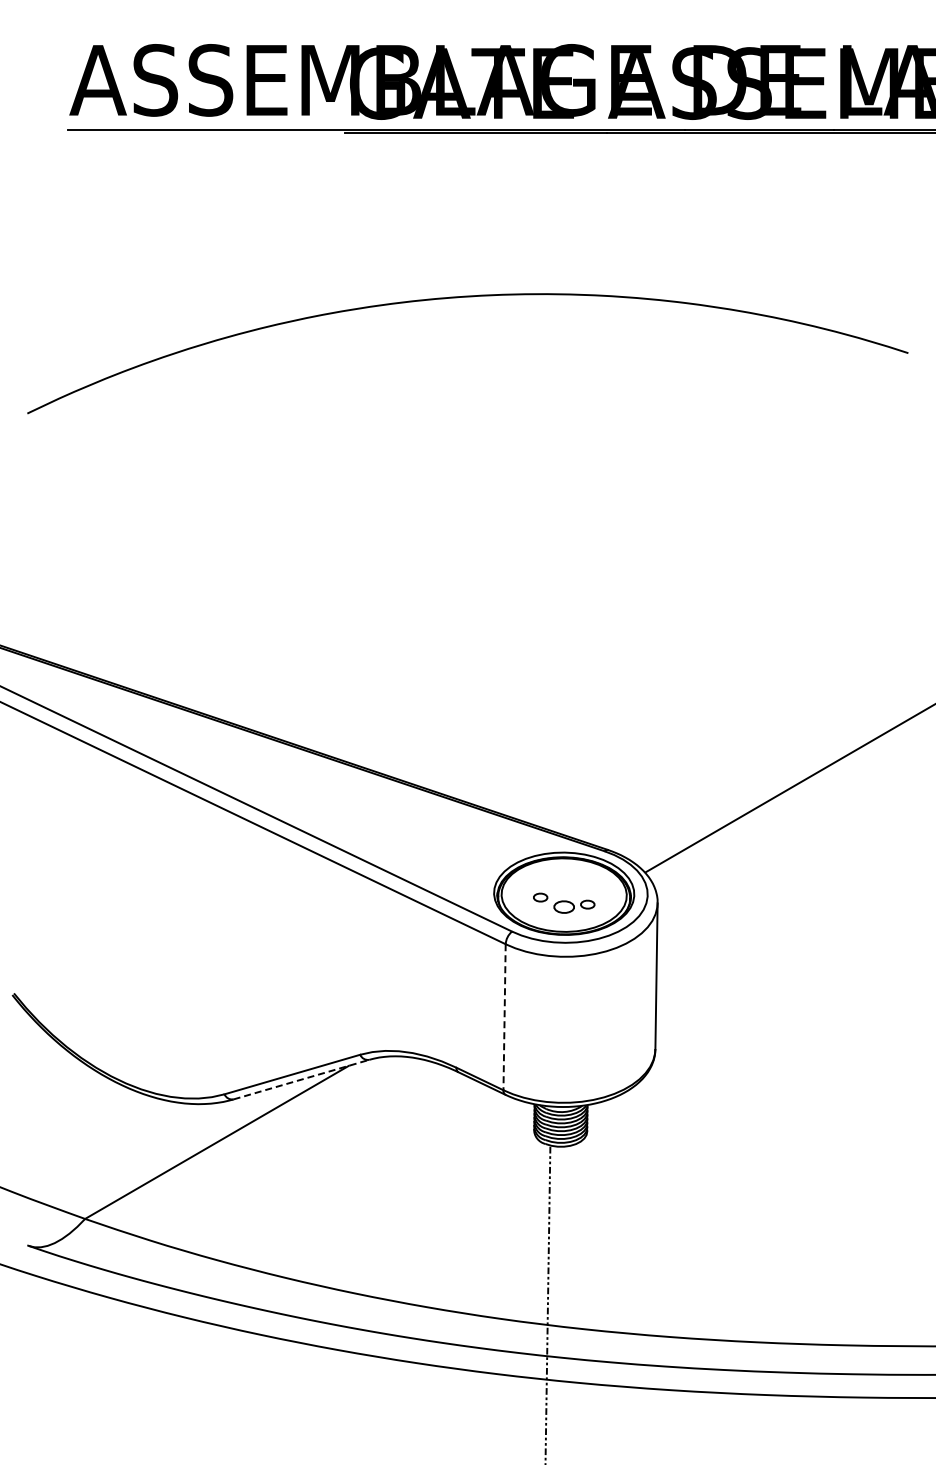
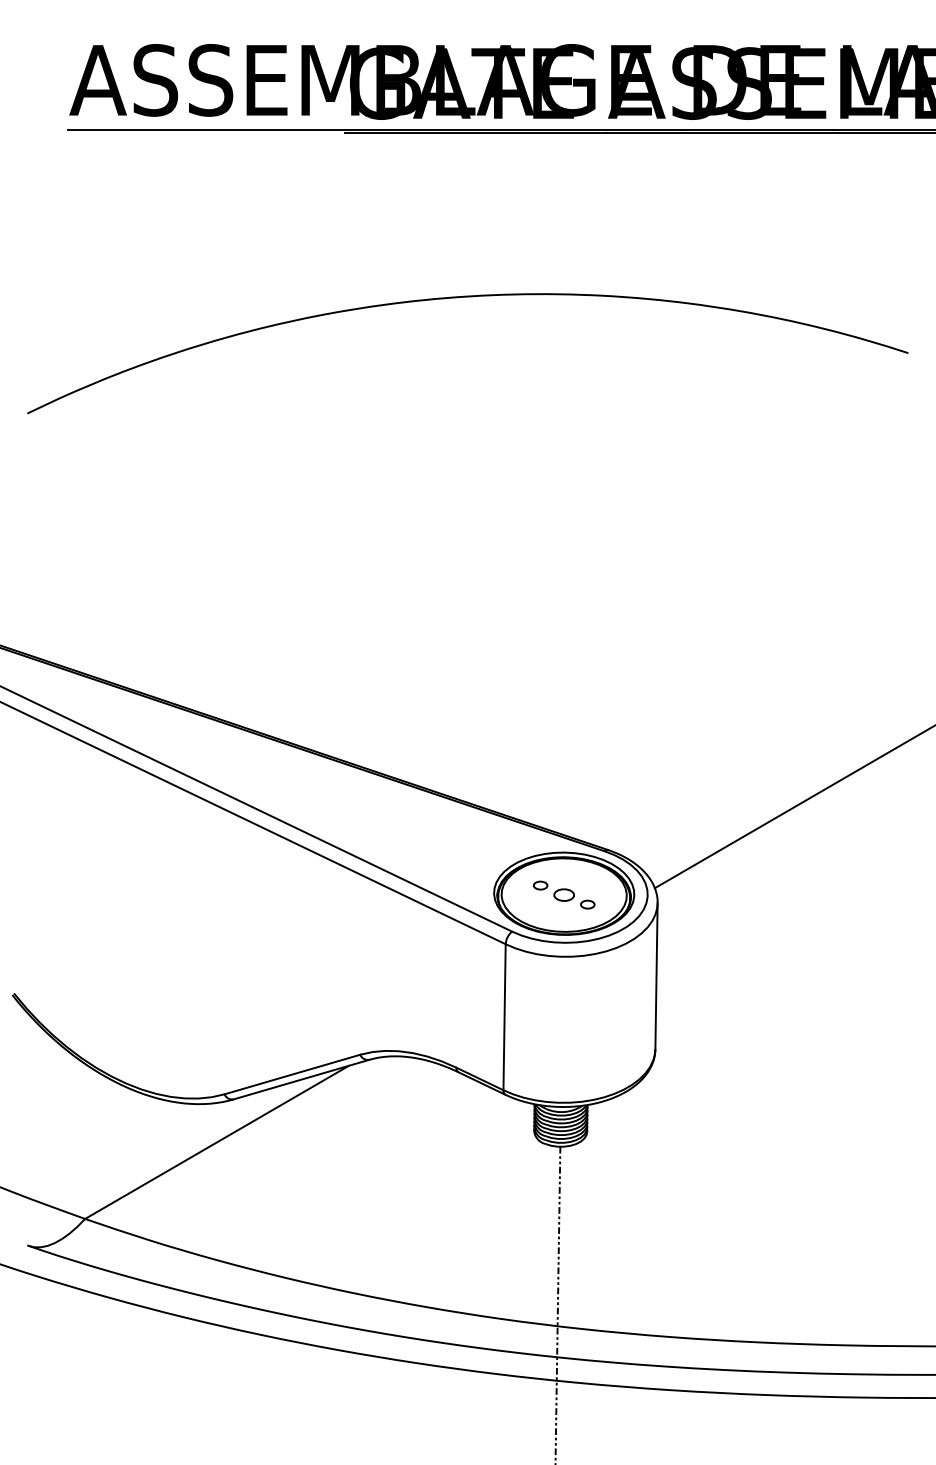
line at (788, 788) position: (788, 788) -> (793, 807)
part at (553, 902) position: (553, 902) -> (553, 890)
line at (504, 1017): dashed -> solid
line at (301, 1079): dashed -> solid
line at (547, 1303) position: (547, 1303) -> (557, 1303)
